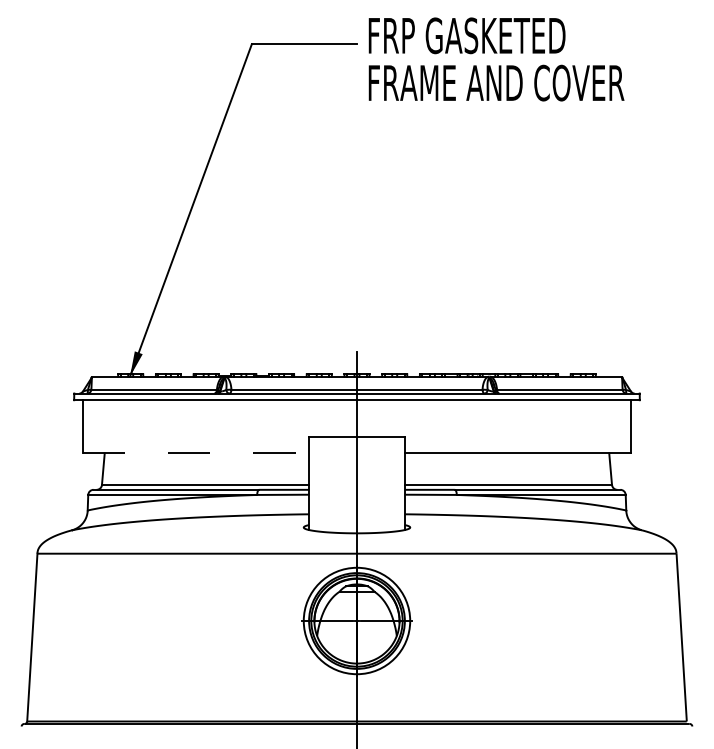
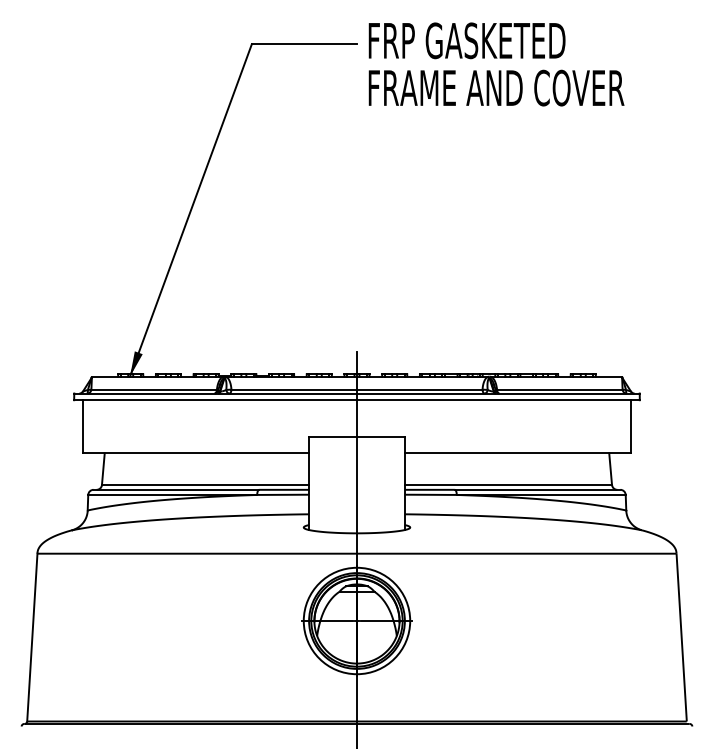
text at (496, 59) position: (496, 59) -> (496, 64)
line at (196, 453): dashed -> solid
